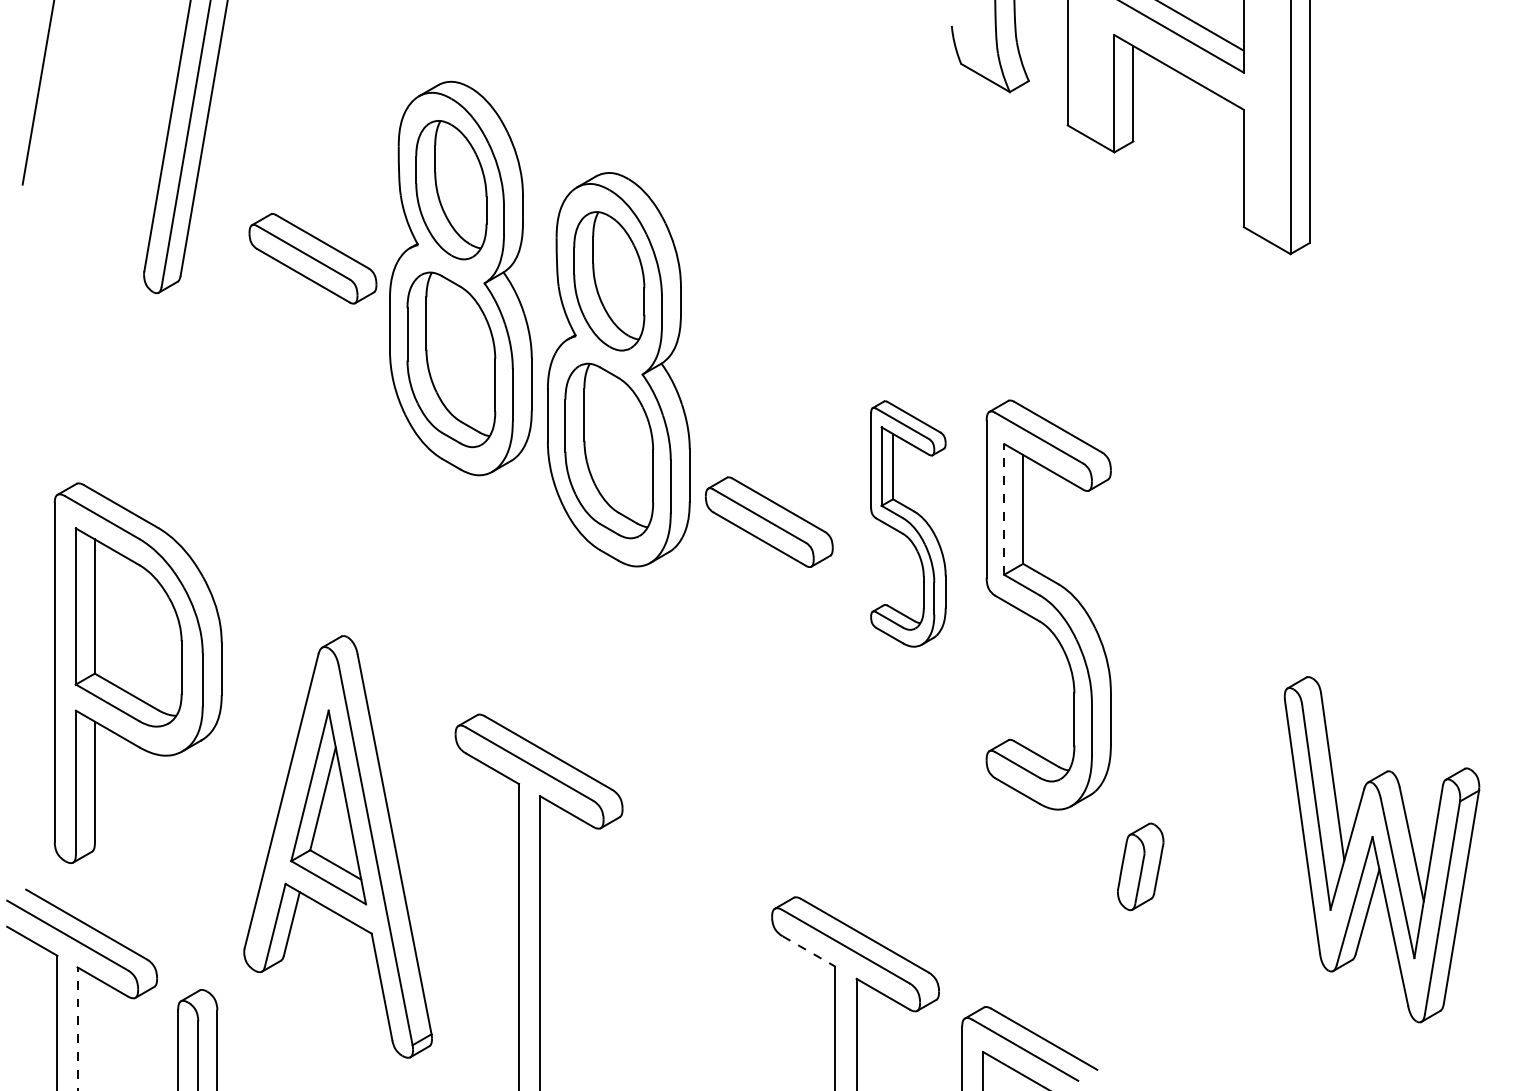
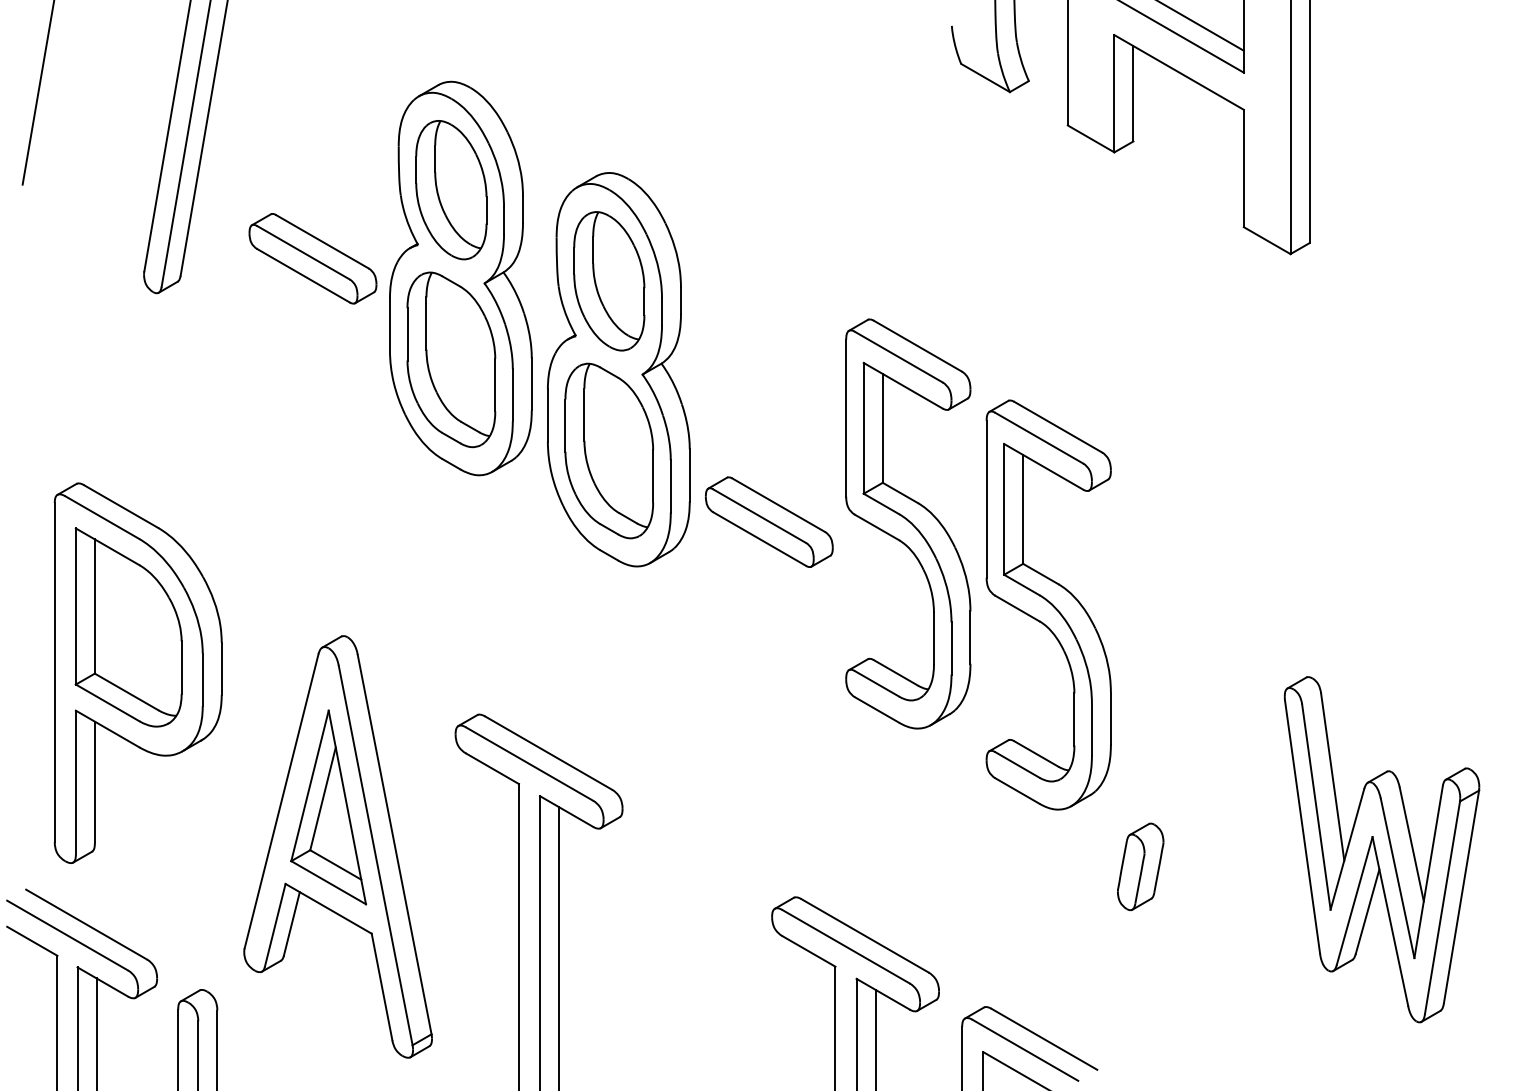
line at (1004, 508): dashed -> solid
part at (908, 523) size: 77x248 px -> 127x412 px
line at (559, 947): none -> present
line at (809, 951): dashed -> solid
line at (77, 1028): dashed -> solid
line at (96, 1032): none -> present
line at (875, 1038): none -> present
